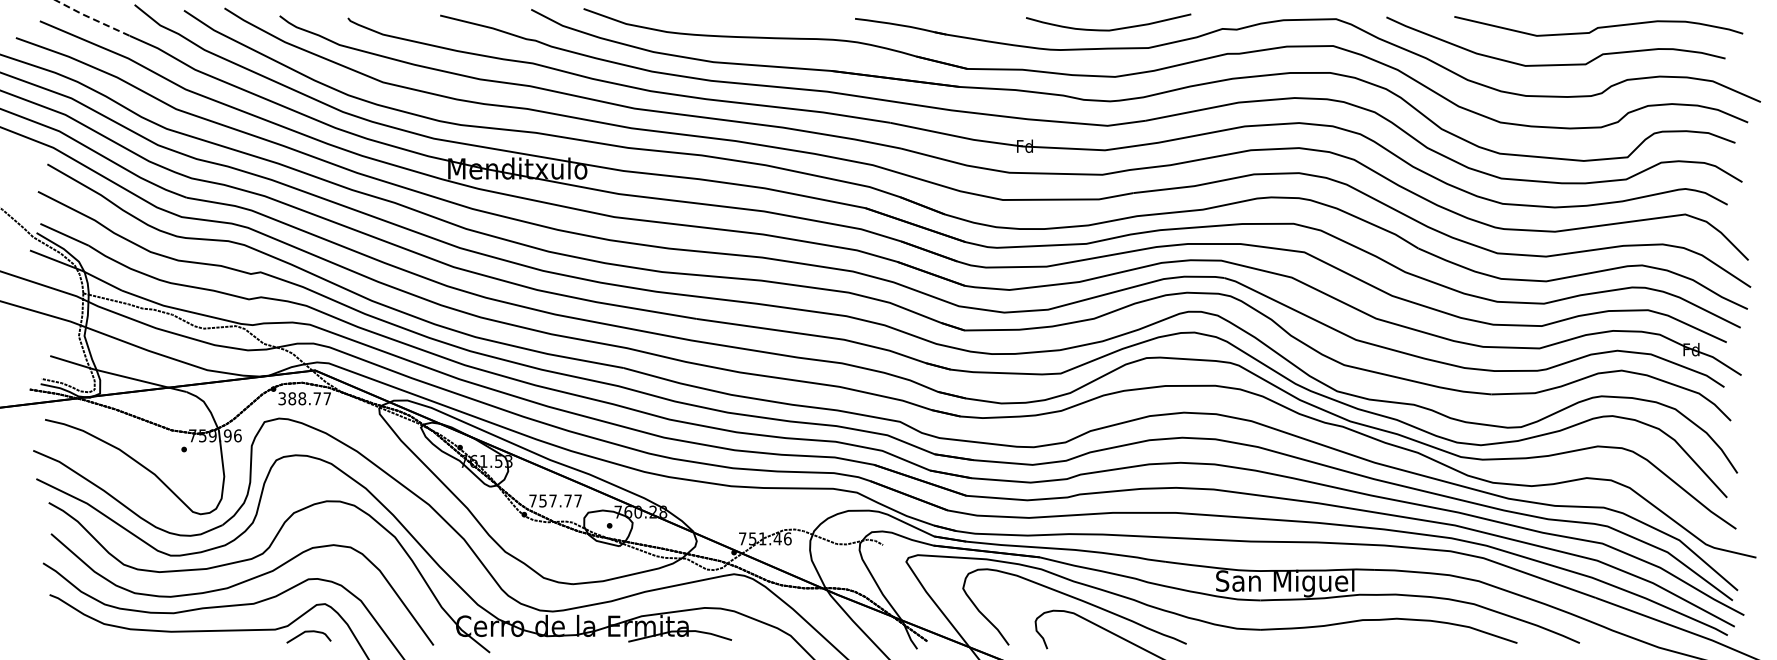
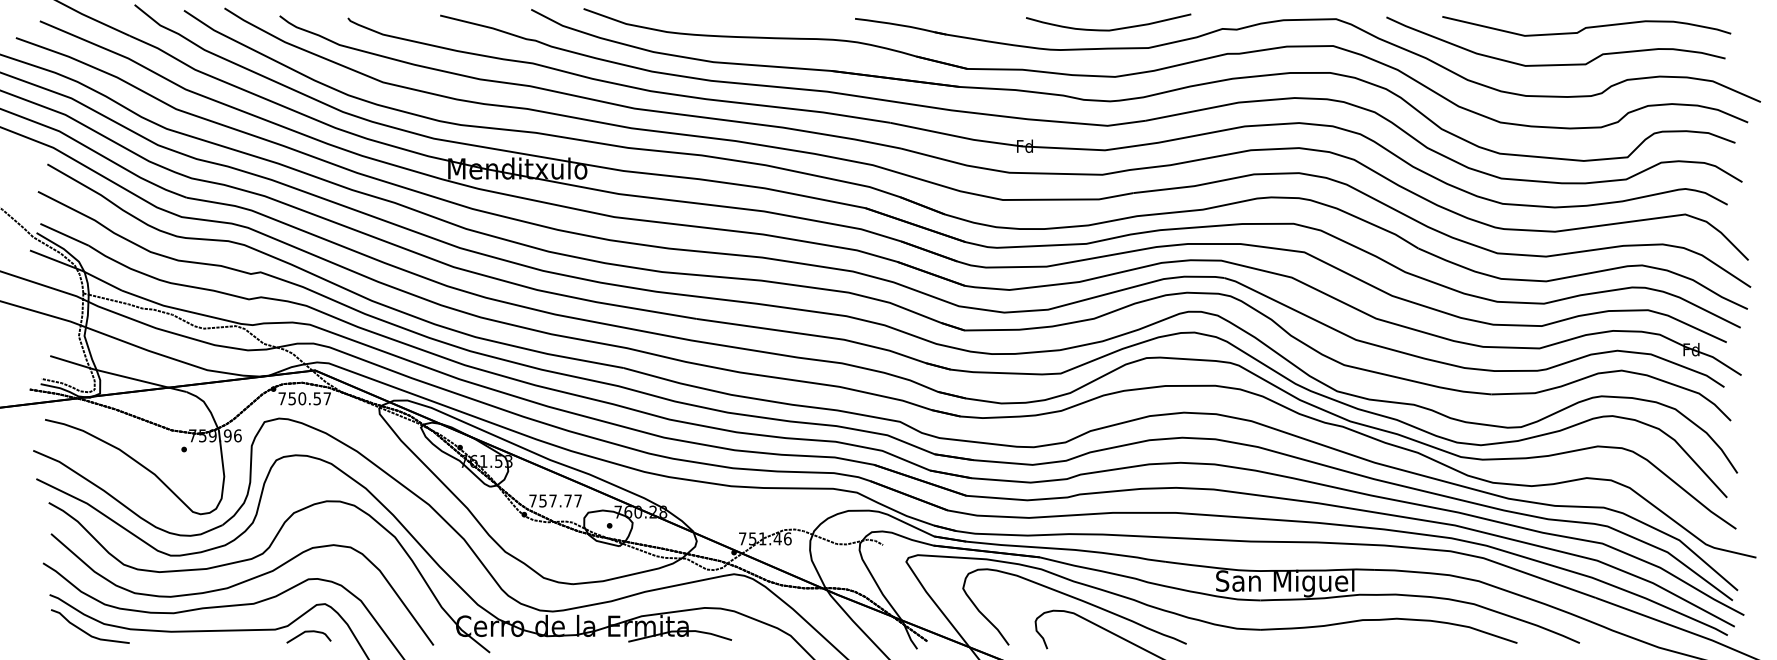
line at (92, 18): dashed -> solid
curve at (1598, 26) position: (1598, 26) -> (1586, 26)
text at (299, 398): 388.77 -> 750.57
curve at (87, 632): none -> present
